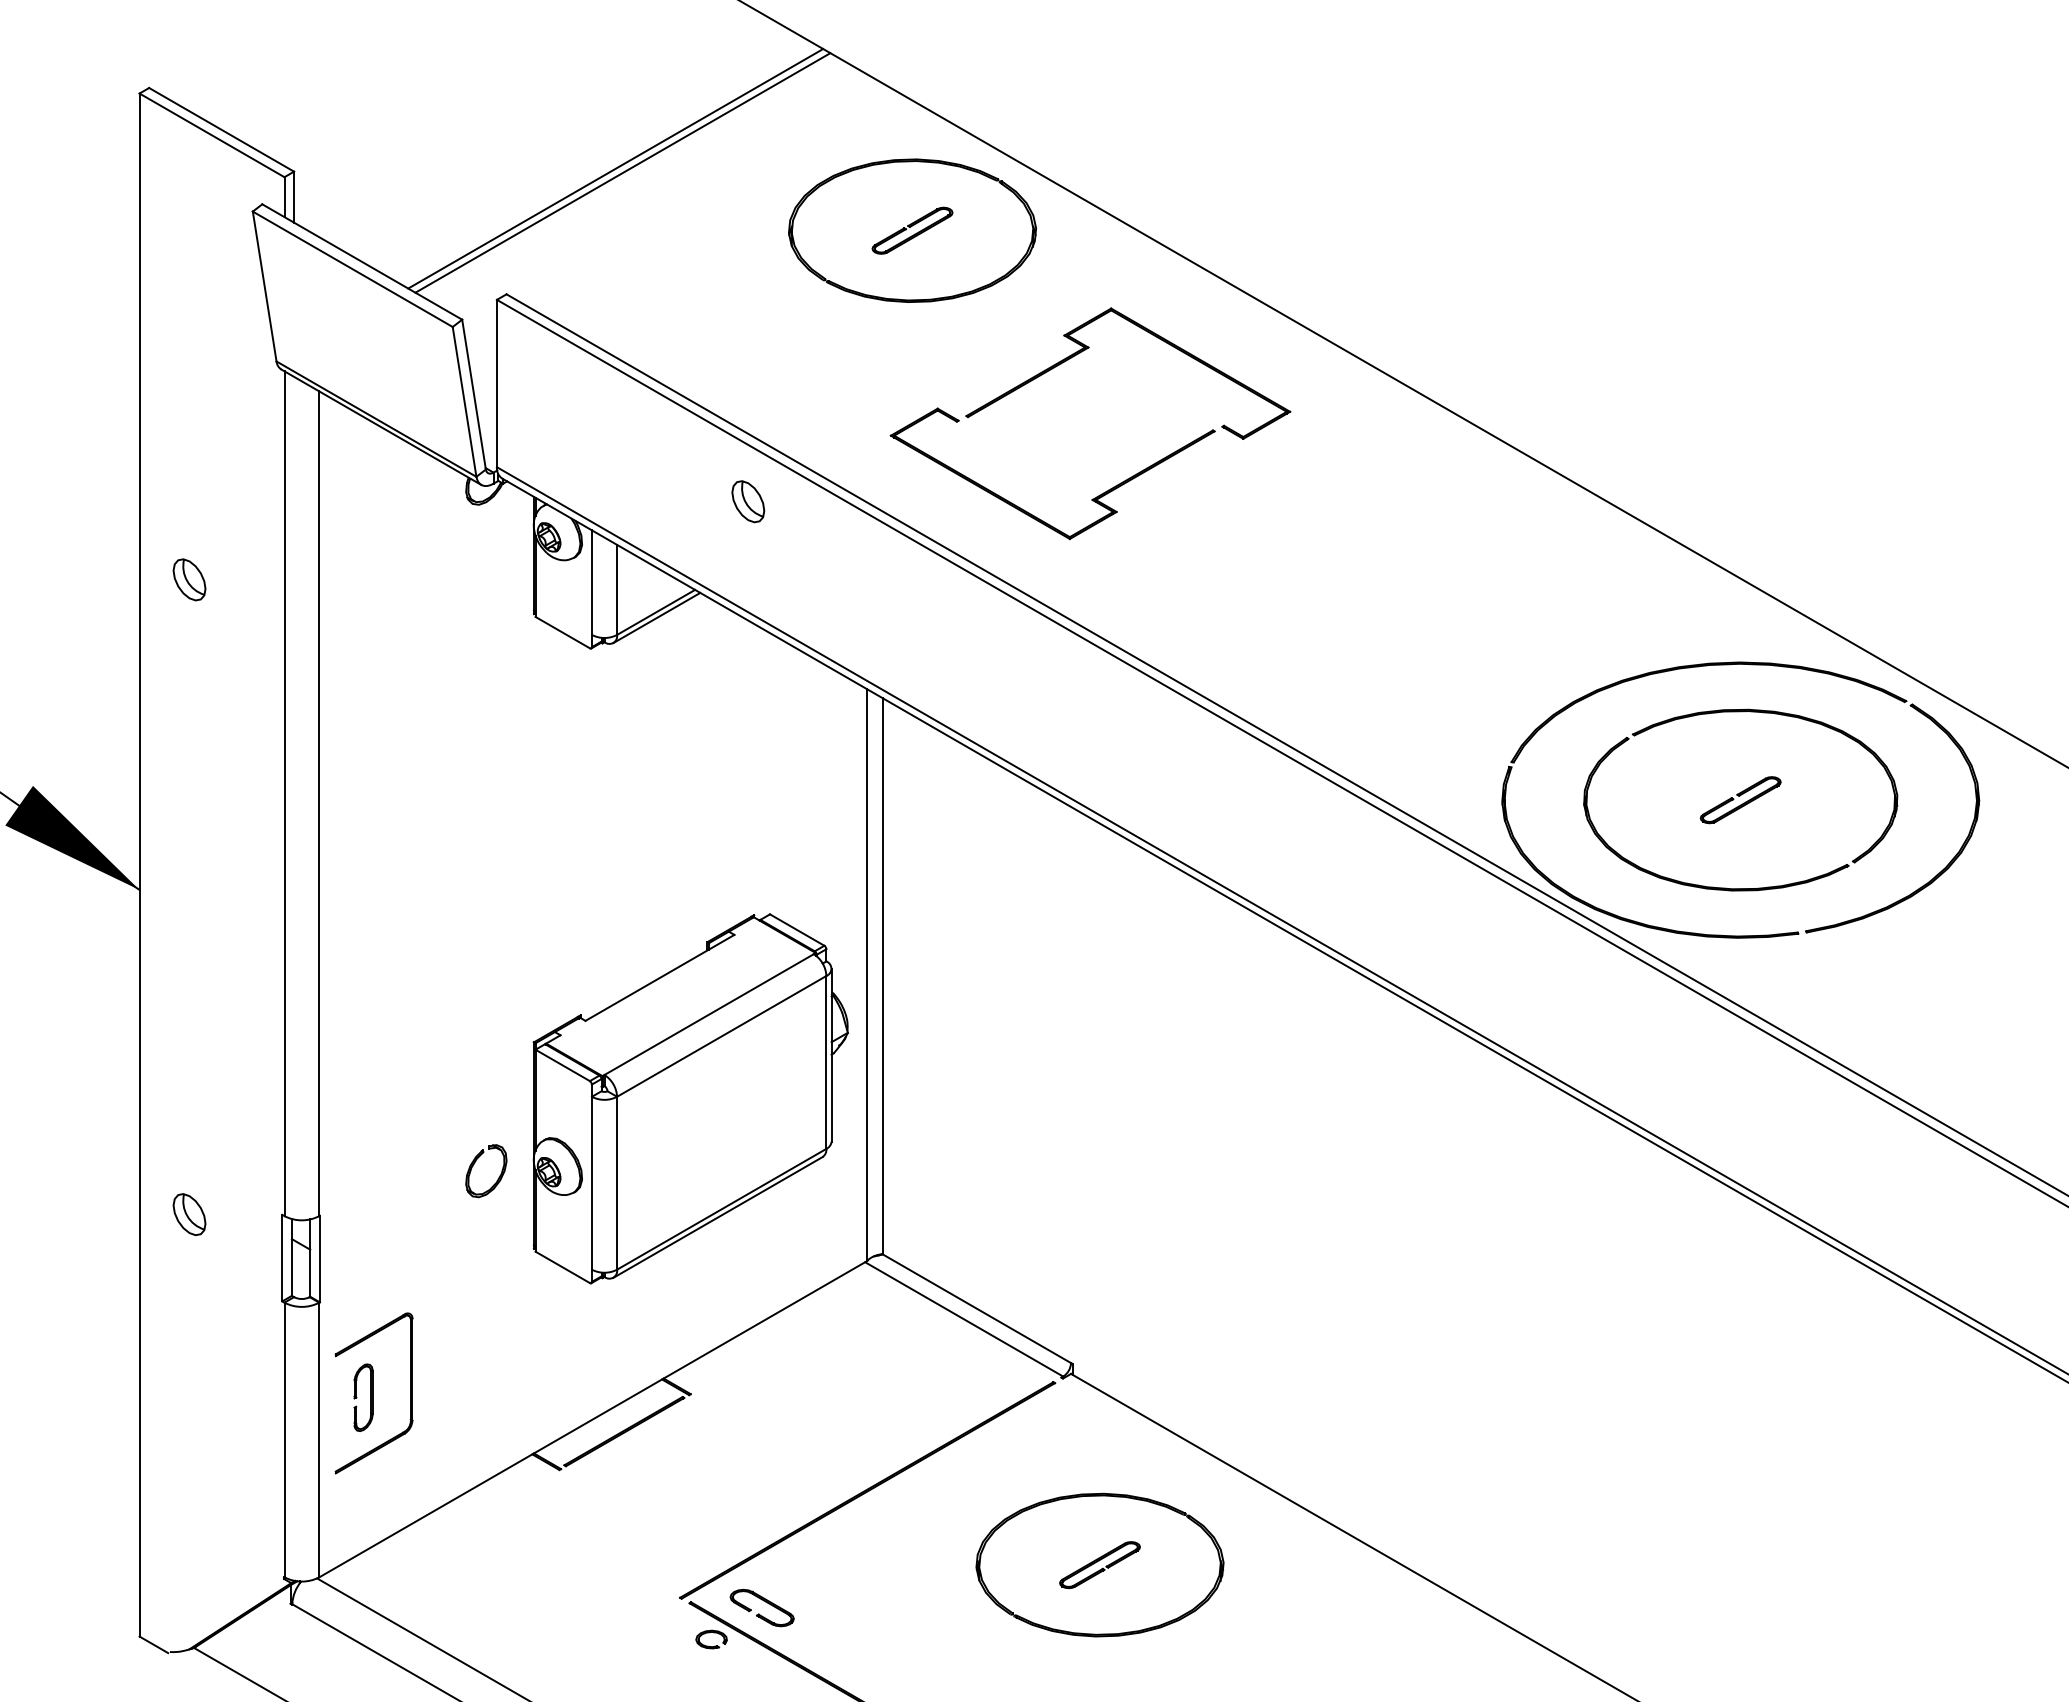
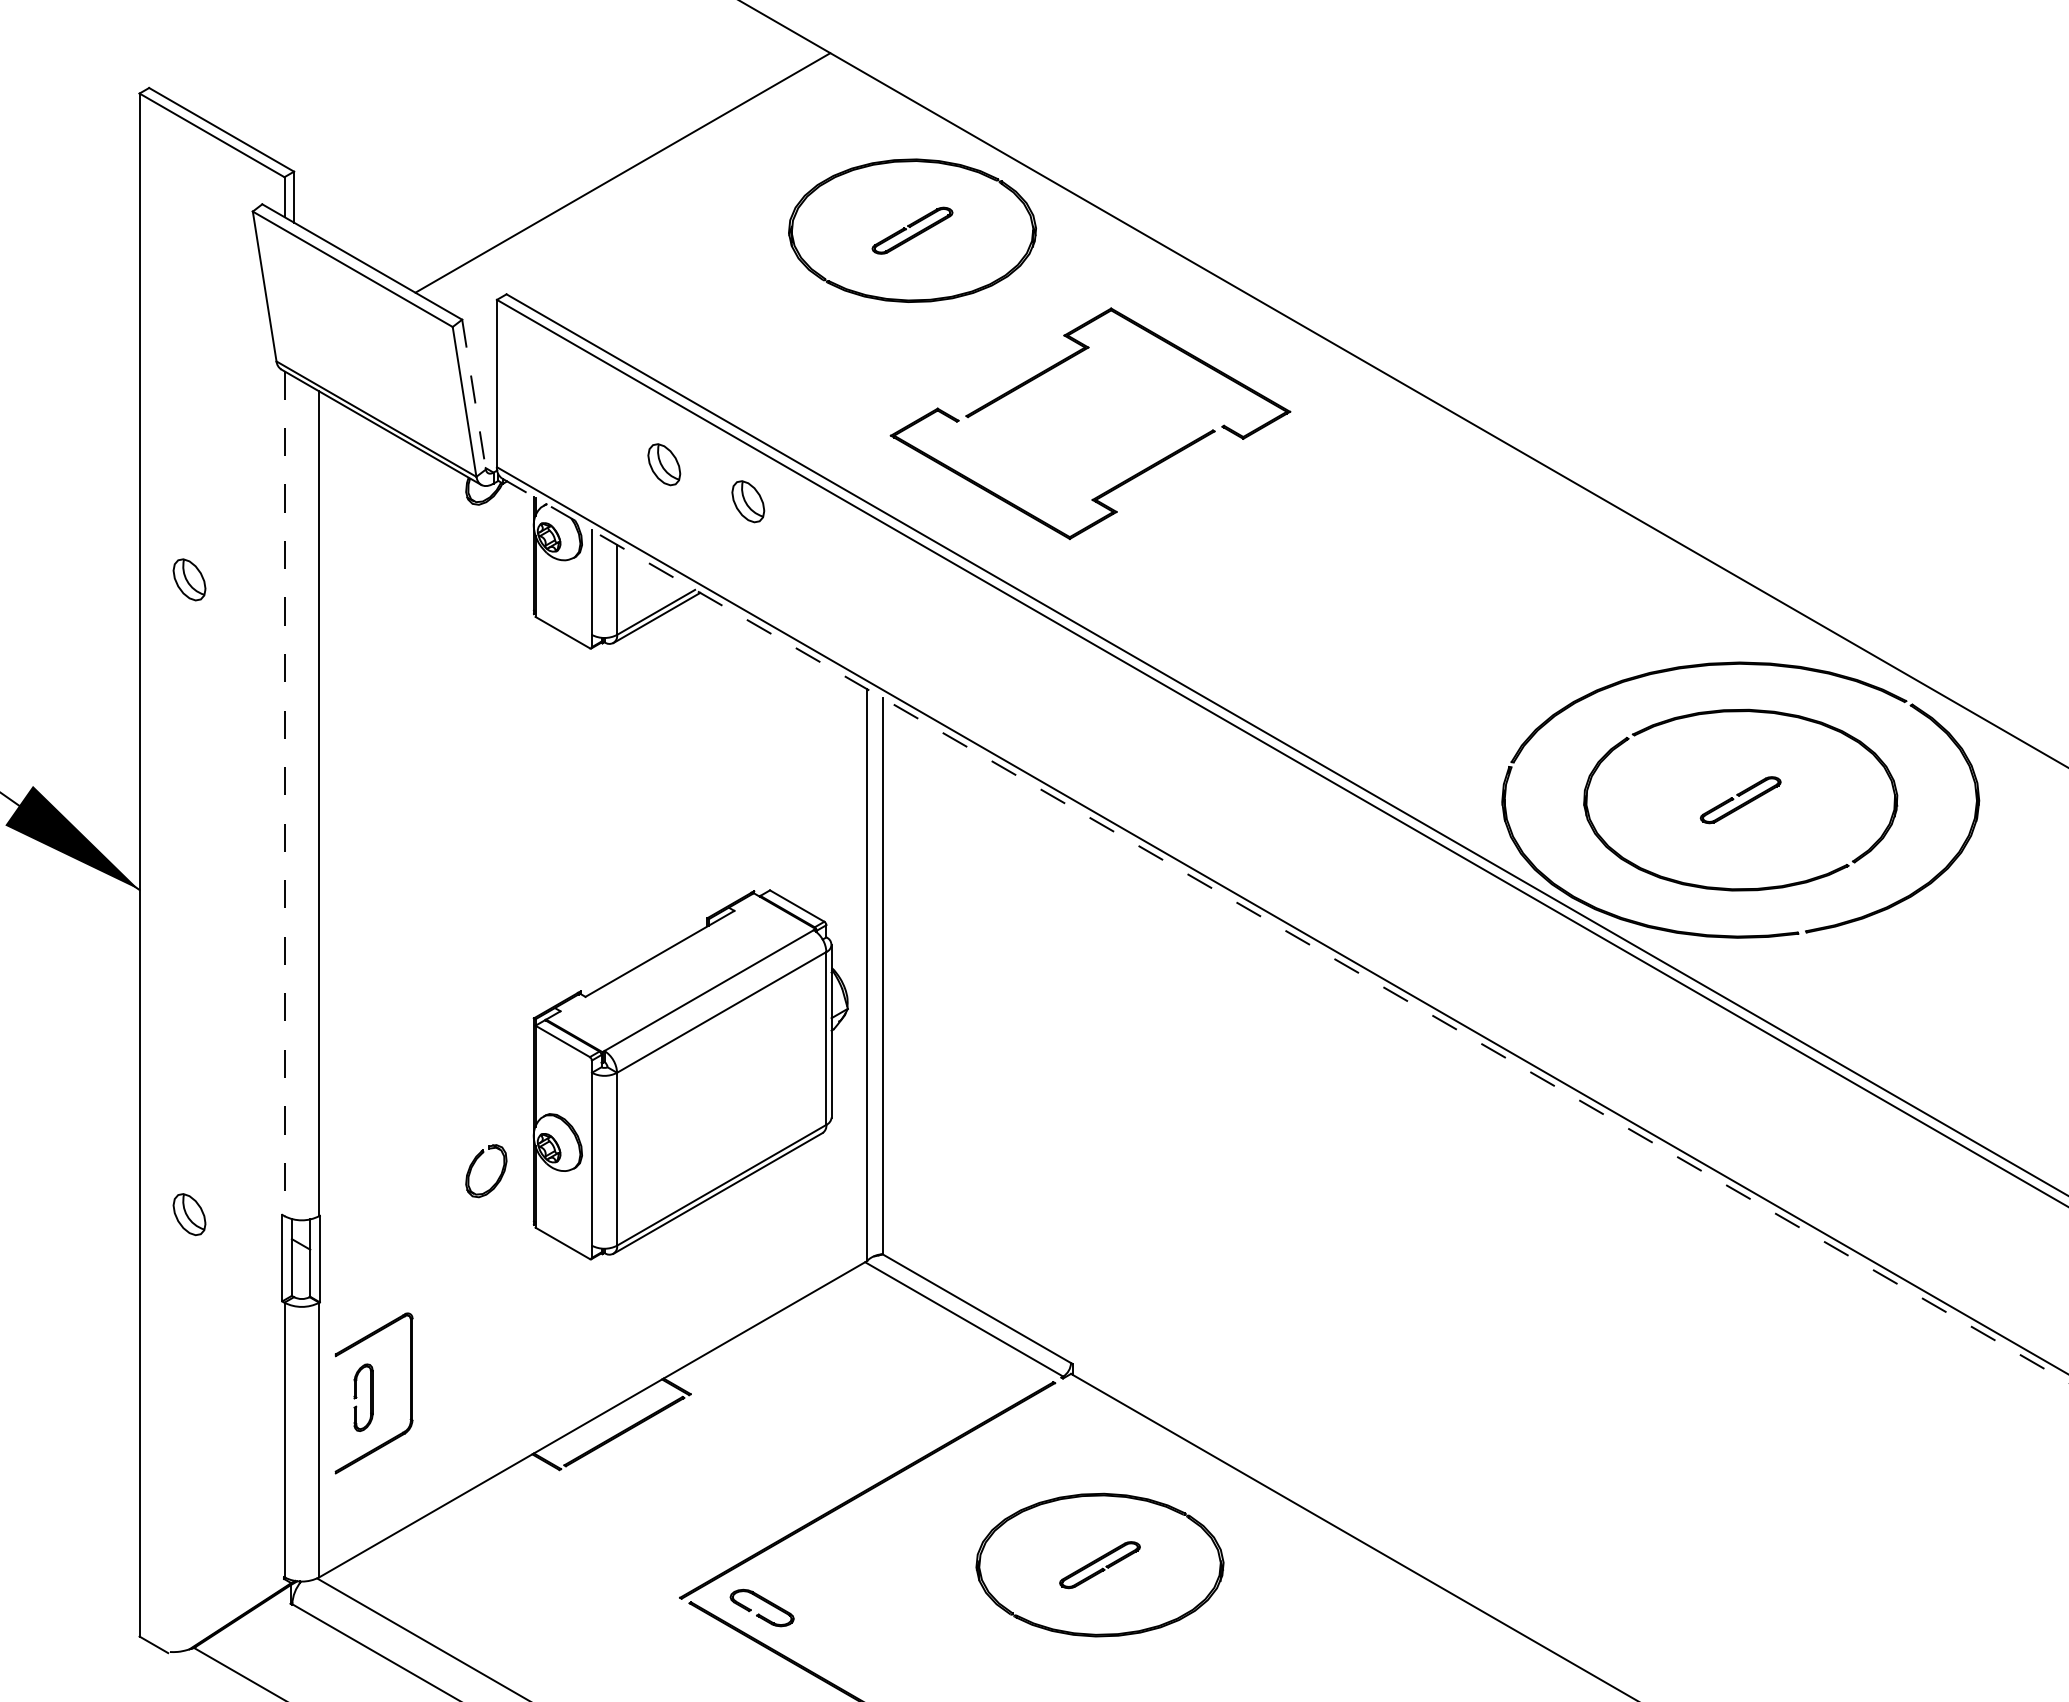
line at (615, 168): present -> none
line at (474, 394): solid -> dashed
part at (664, 464): none -> present
line at (284, 794): solid -> dashed
line at (1285, 930): solid -> dashed
part at (690, 1098) position: (690, 1098) -> (690, 1074)
part at (709, 1633): present -> none
